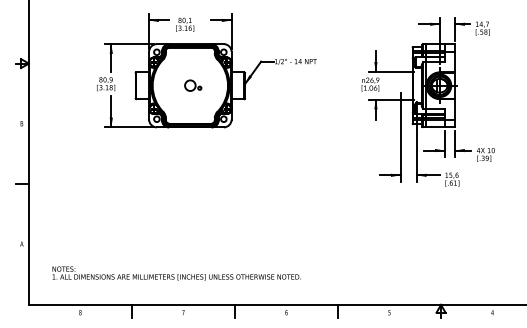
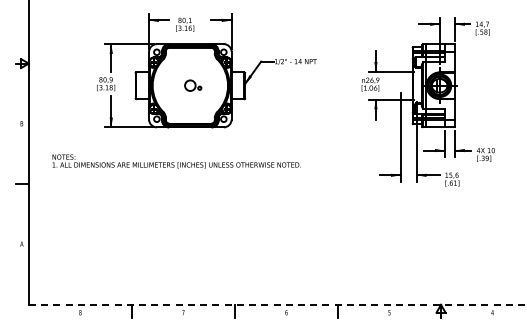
text at (176, 273) position: (176, 273) -> (176, 161)
line at (277, 304): solid -> dashed
